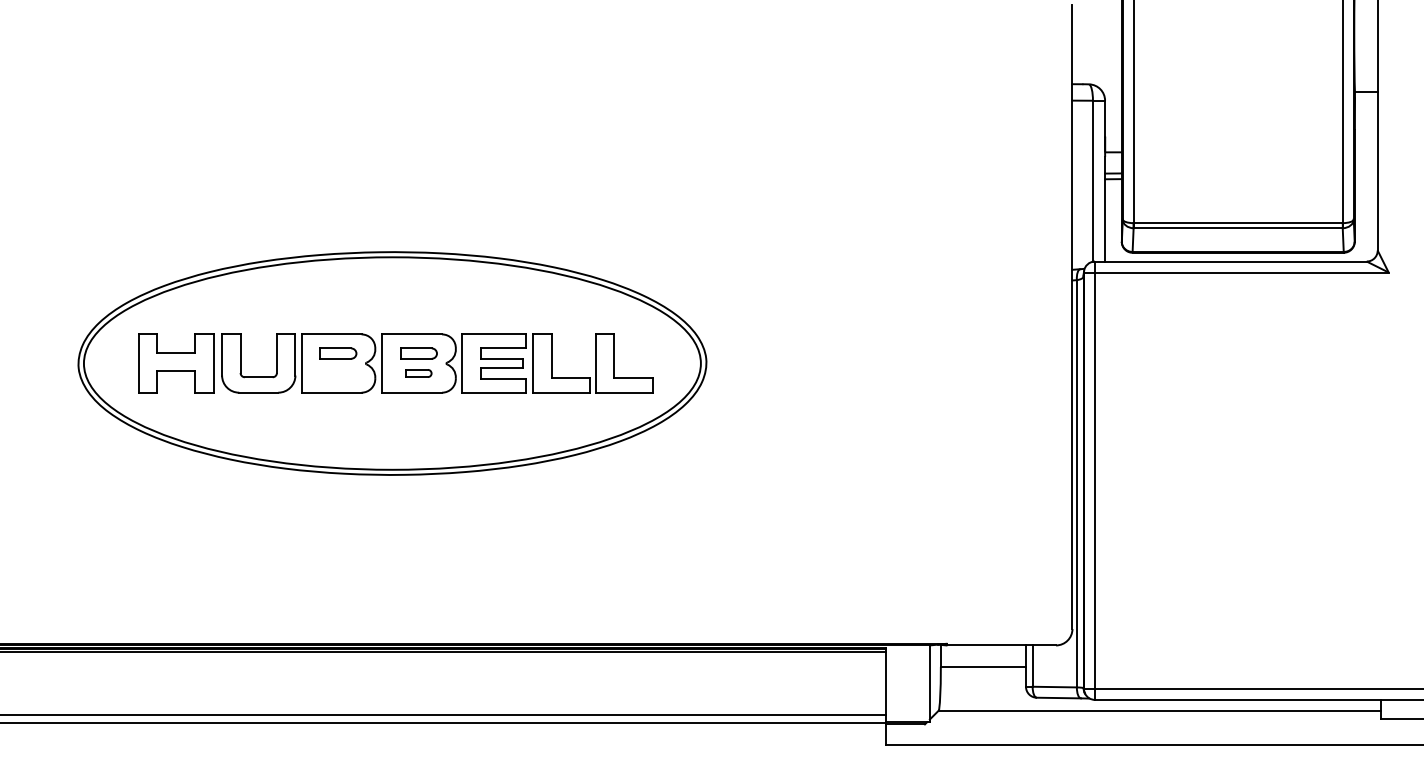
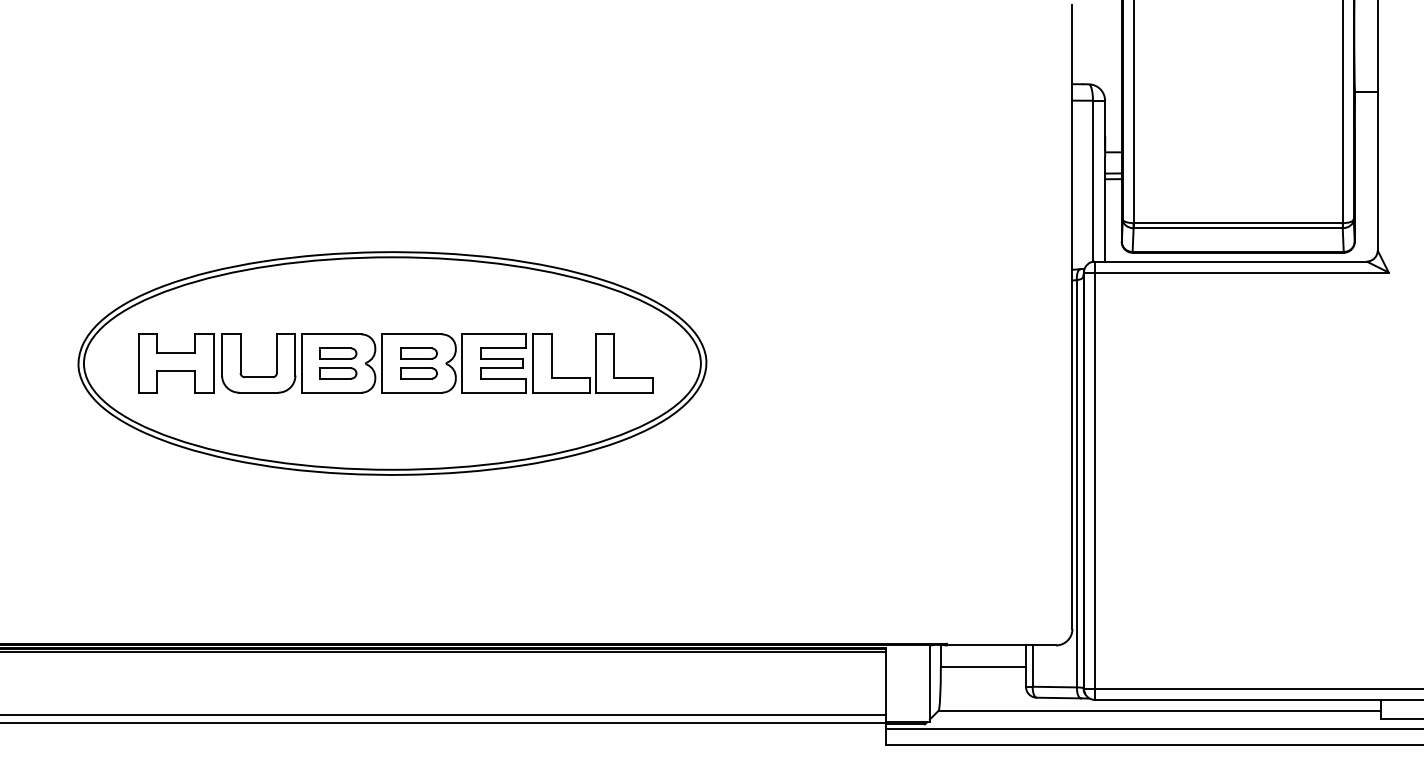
part at (338, 373): none -> present
part at (418, 373) size: 28x9 px -> 38x13 px
line at (1153, 728): none -> present
